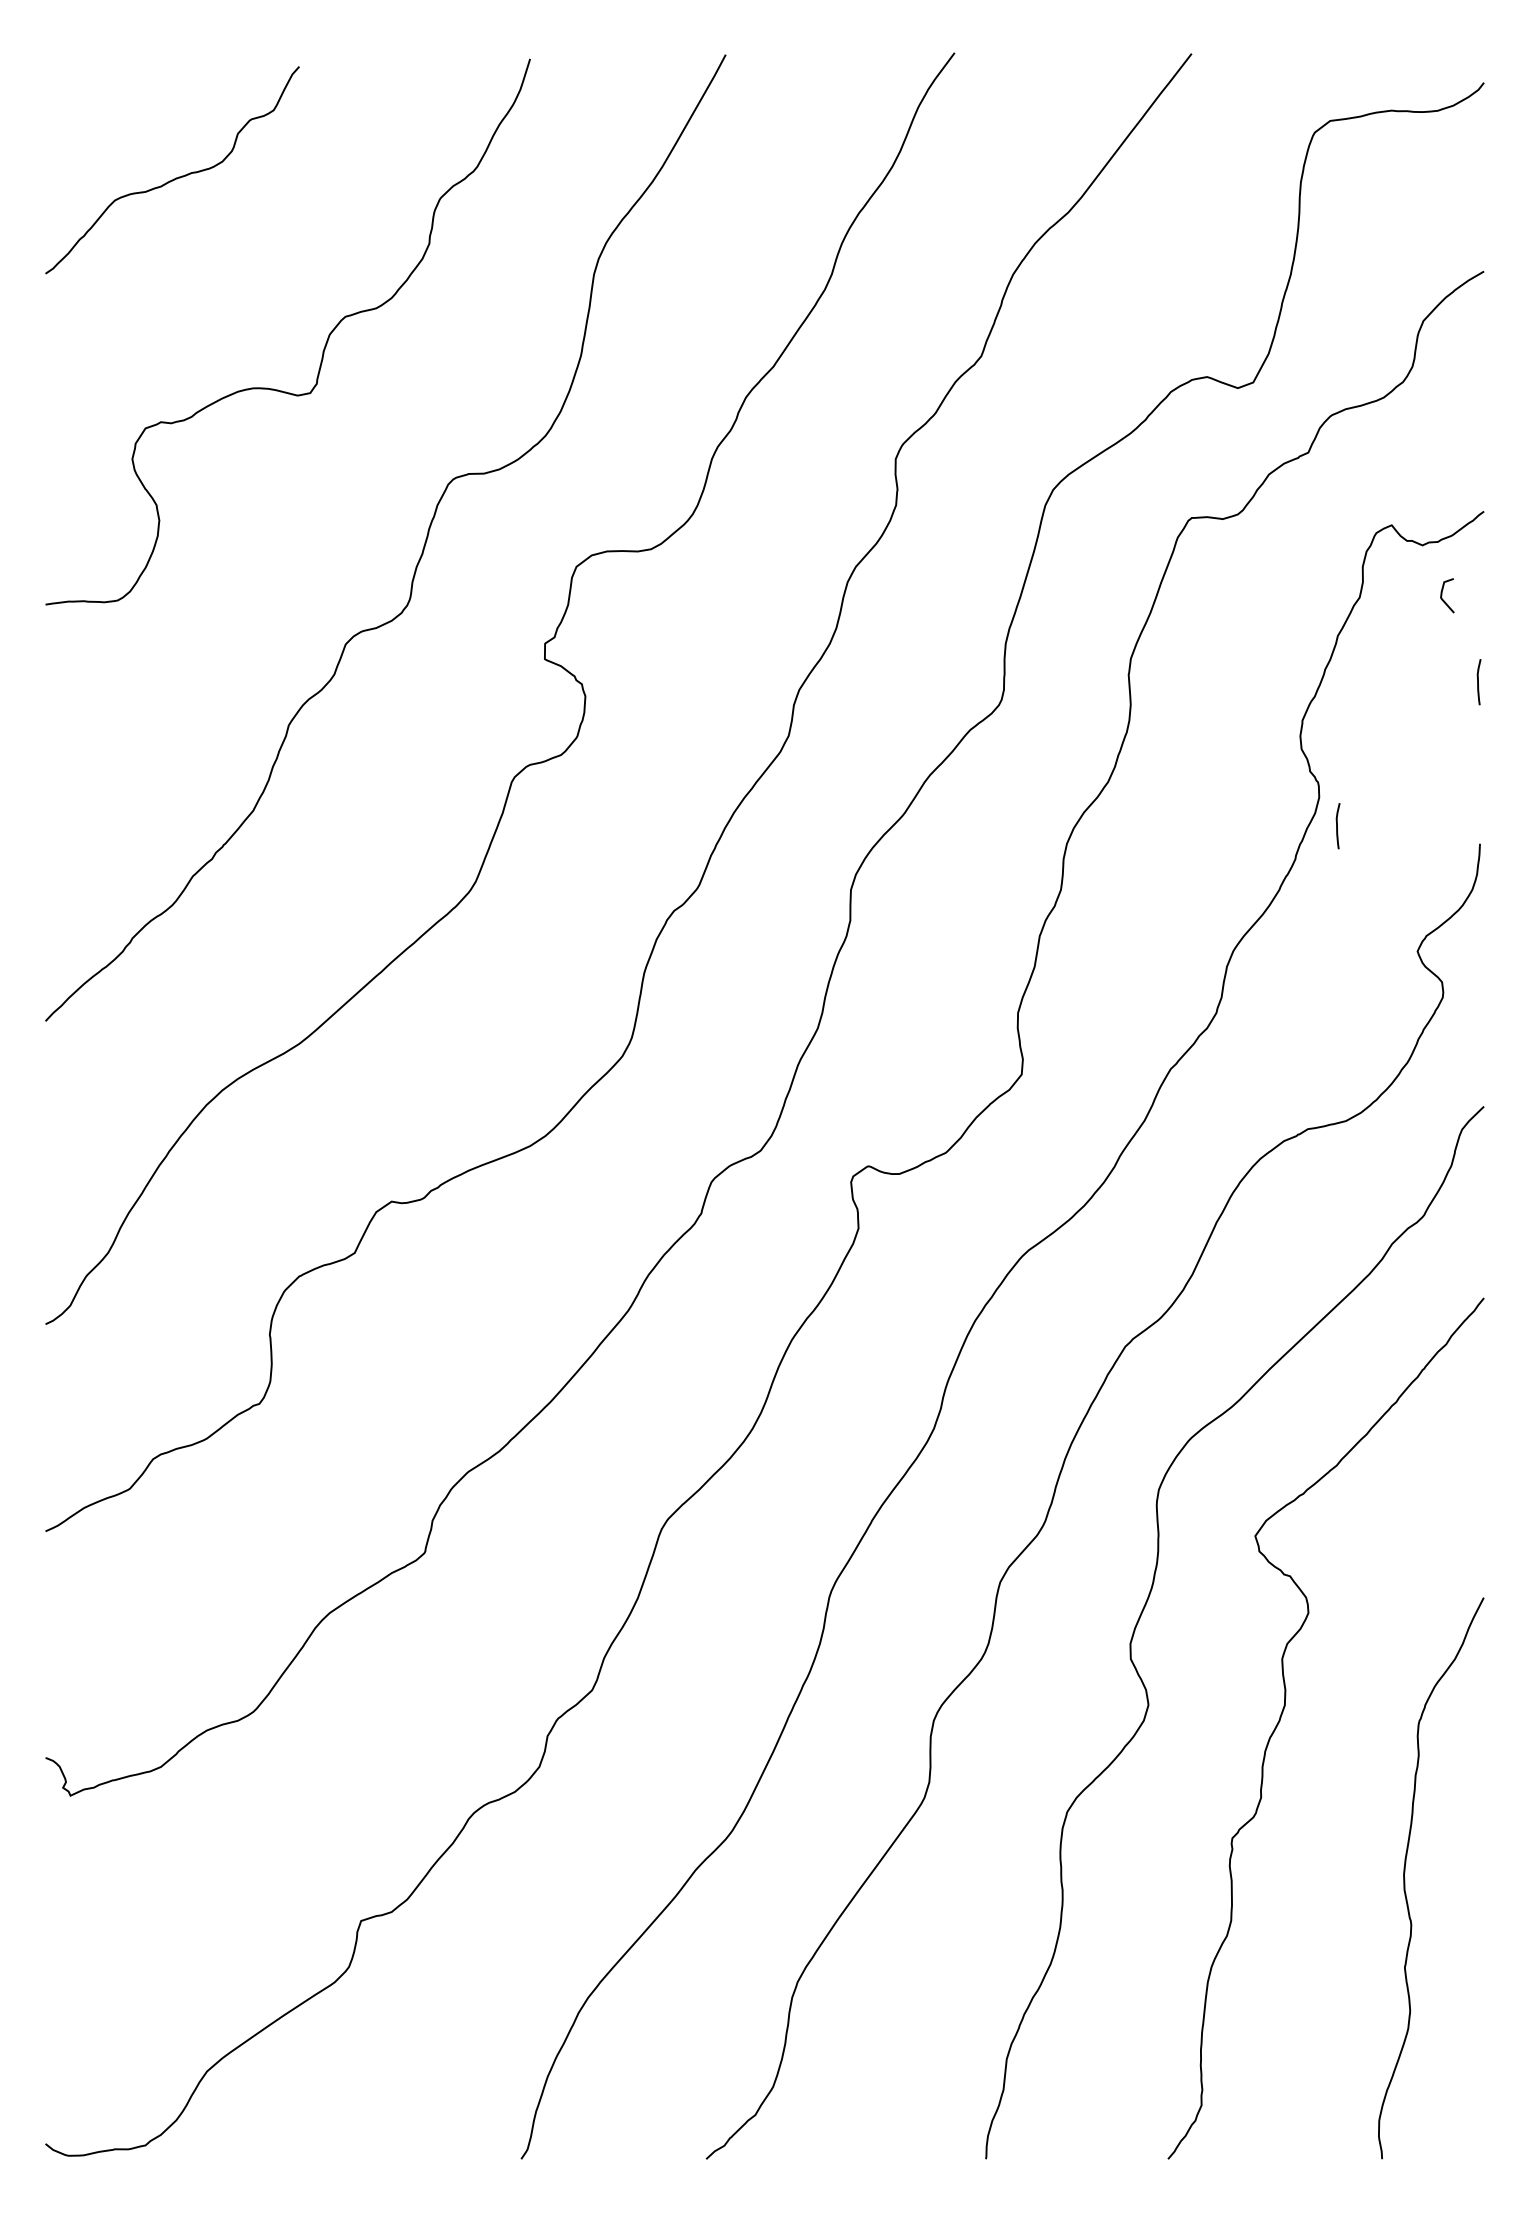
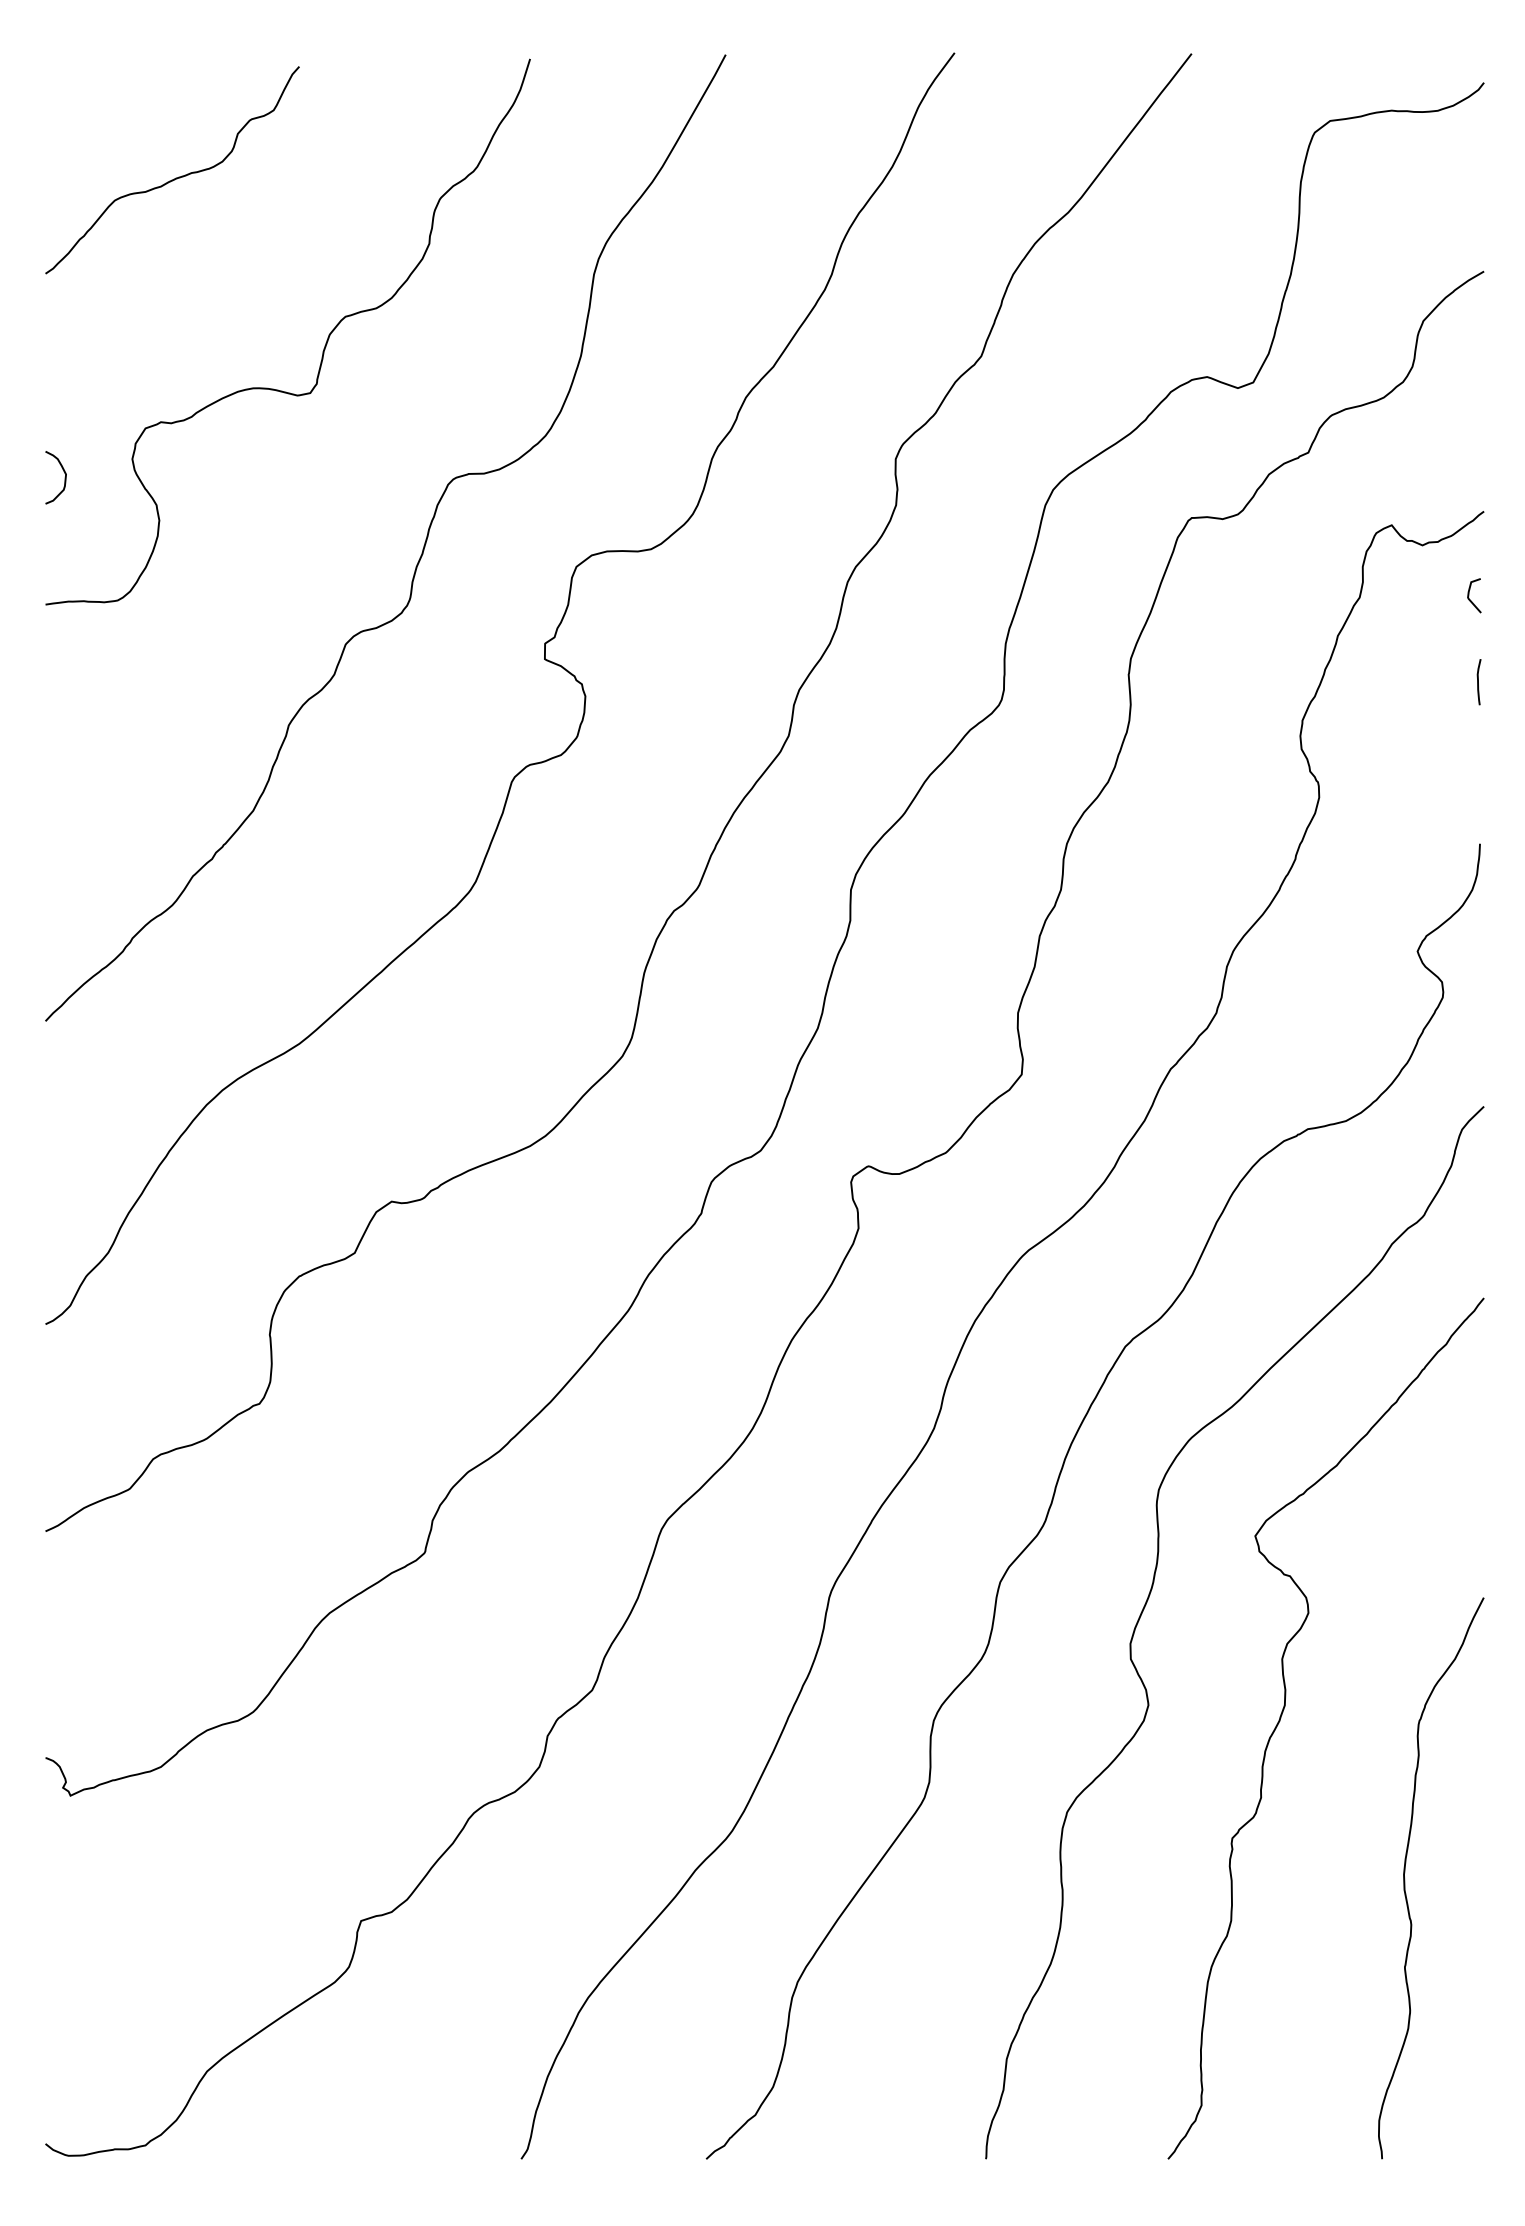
curve at (64, 477): none -> present
curve at (1442, 595) position: (1442, 595) -> (1469, 595)
curve at (1337, 826): present -> none
